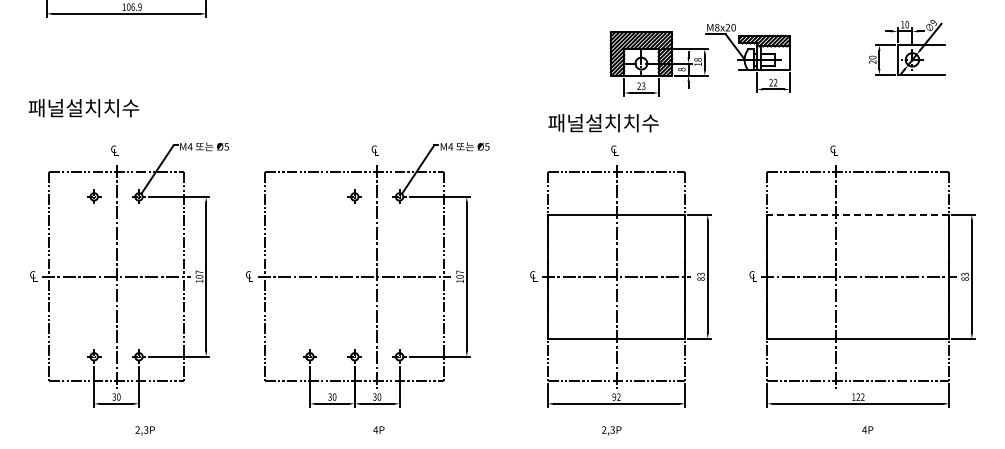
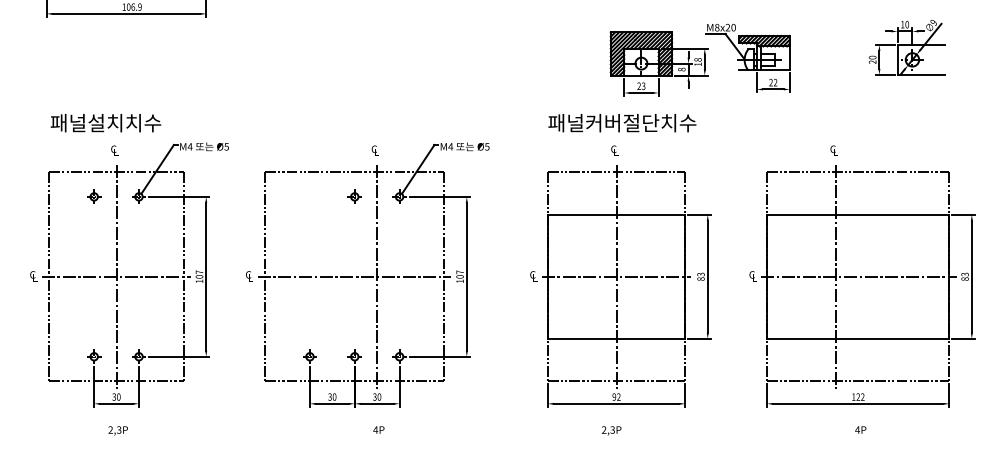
text at (83, 108) position: (83, 108) -> (105, 123)
text at (641, 123): 패널설치치수 -> 패널커버절단치수
line at (857, 214): dashed -> solid
text at (867, 429) position: (867, 429) -> (860, 429)
text at (144, 430) position: (144, 430) -> (117, 430)
